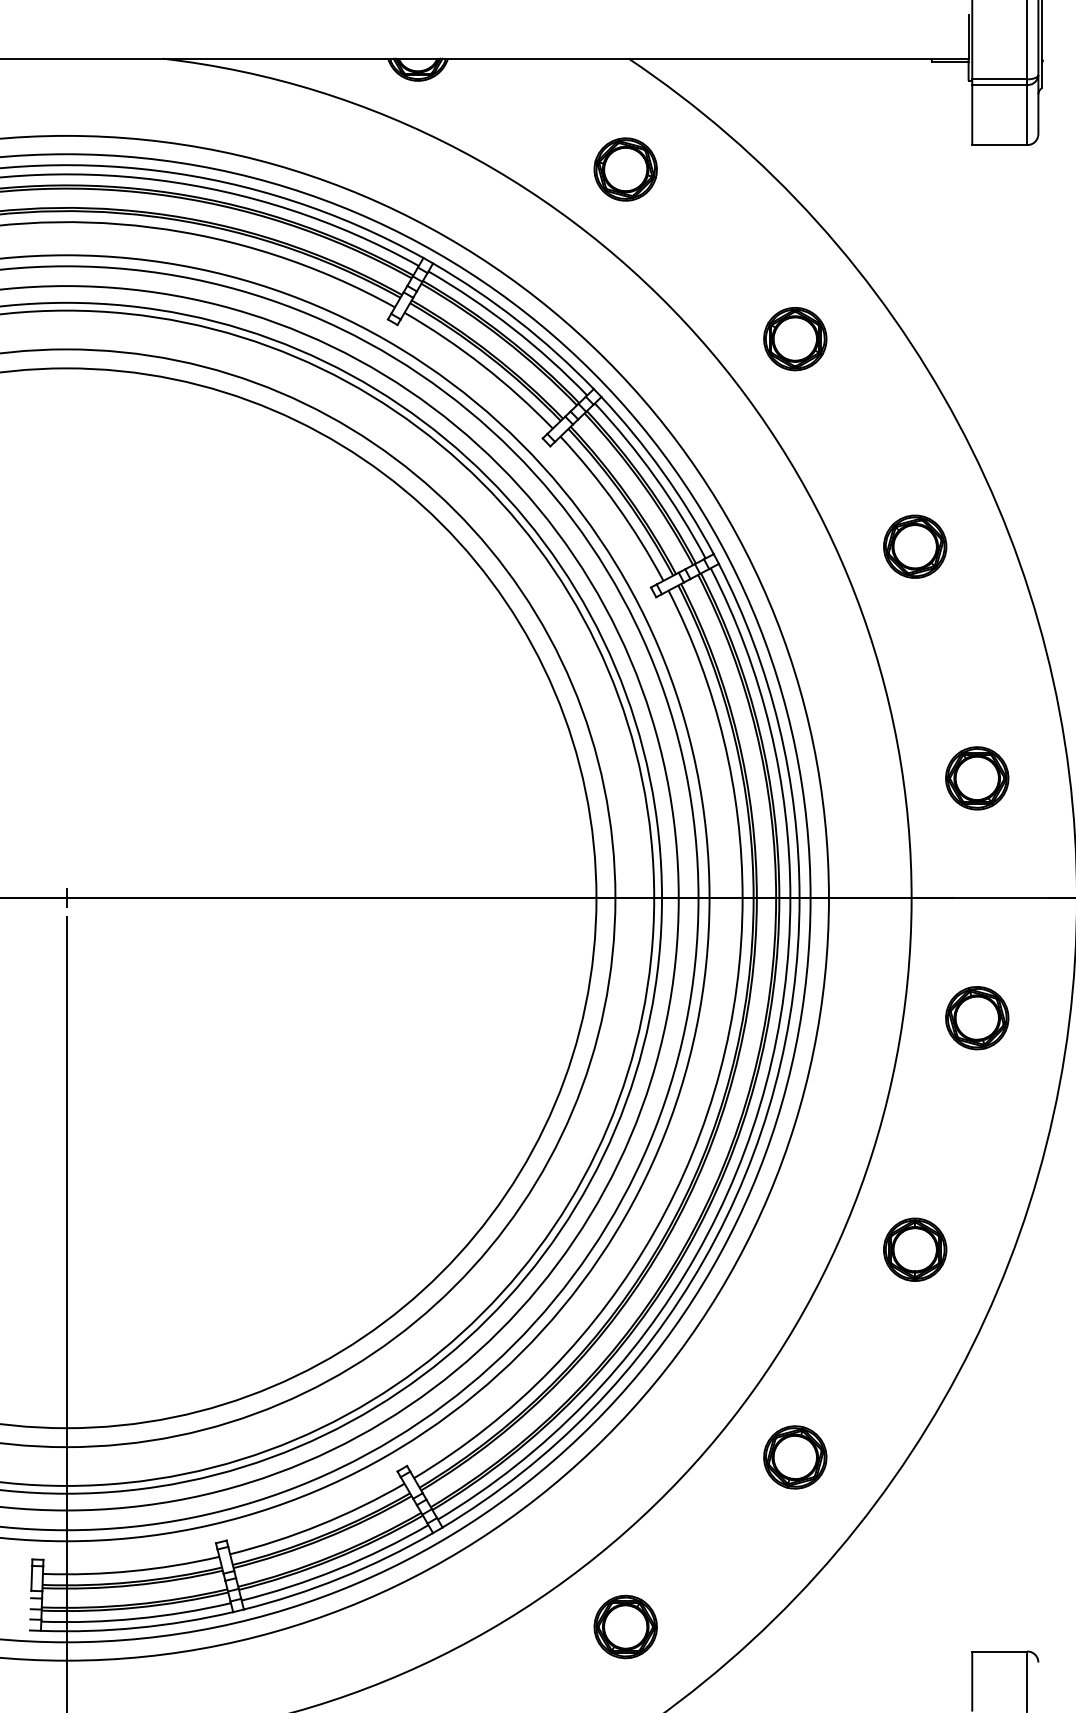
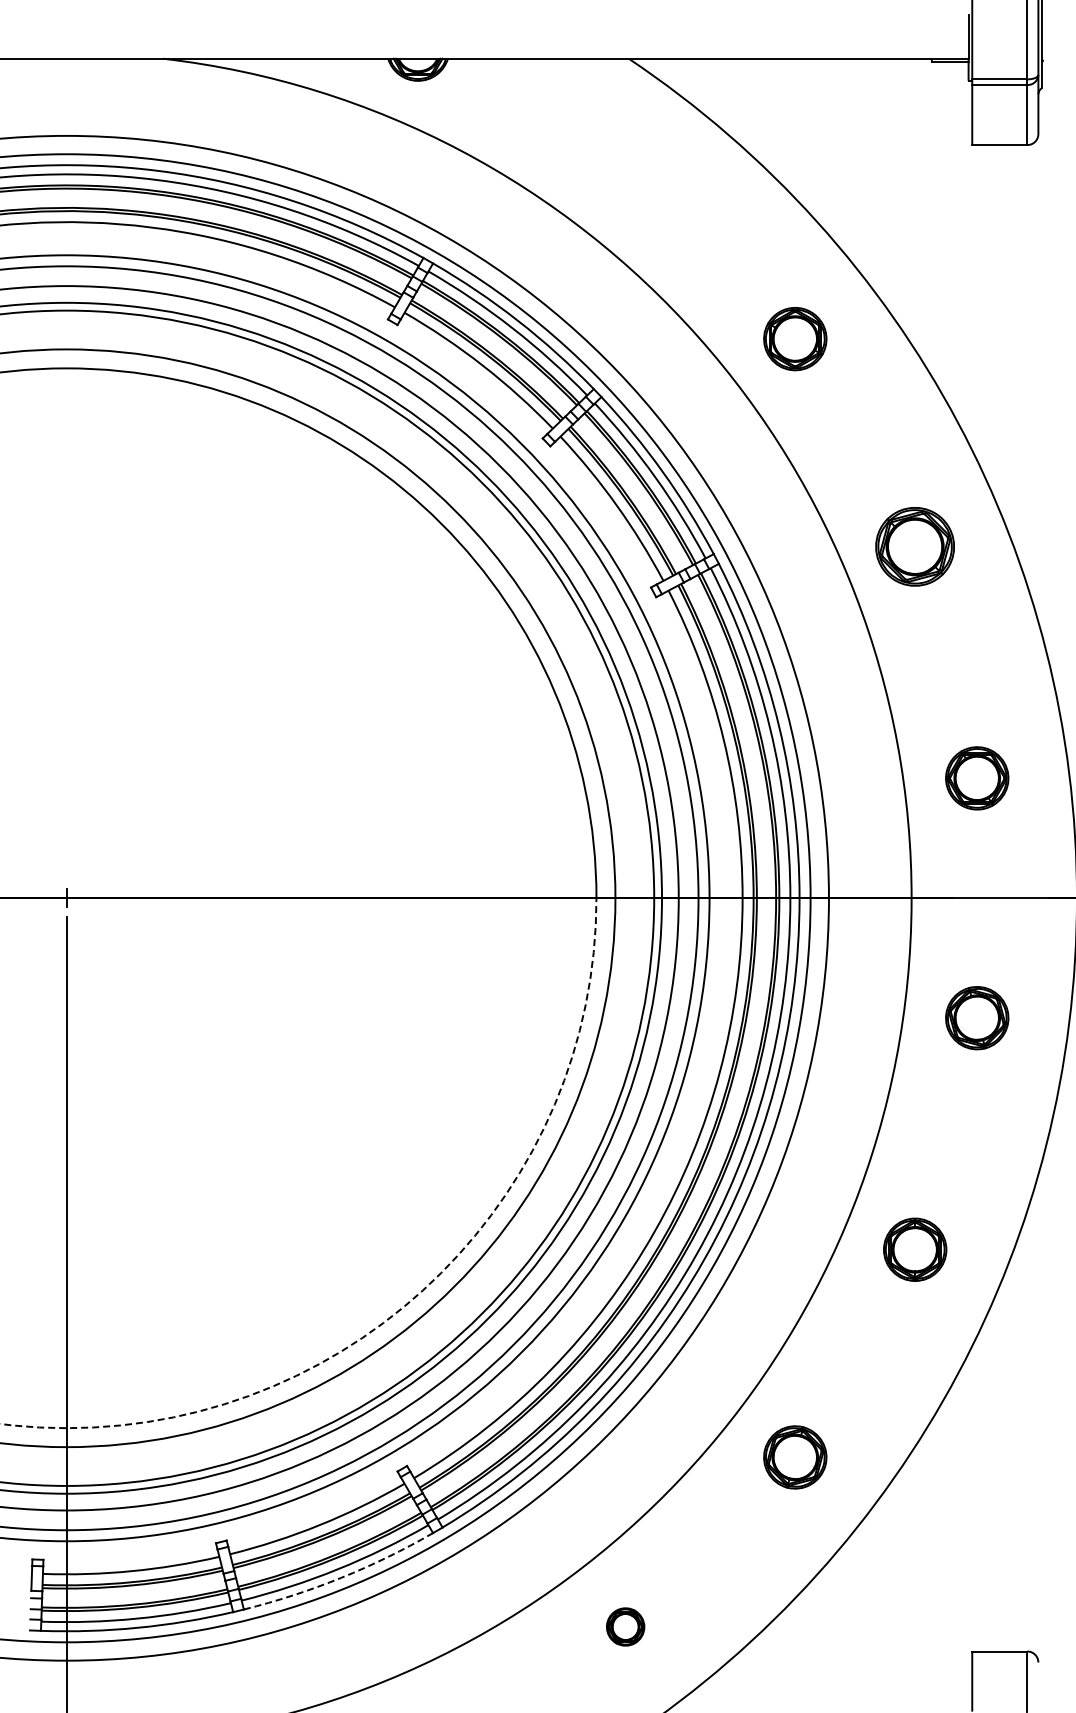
part at (625, 169): present -> none
part at (915, 546) size: 65x65 px -> 80x80 px
arc at (417, 1295): solid -> dashed
arc at (341, 1577): solid -> dashed
part at (625, 1626) size: 65x66 px -> 40x40 px
